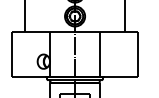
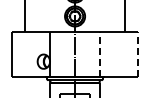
line at (99, 54): solid -> dashed
line at (137, 54): solid -> dashed
